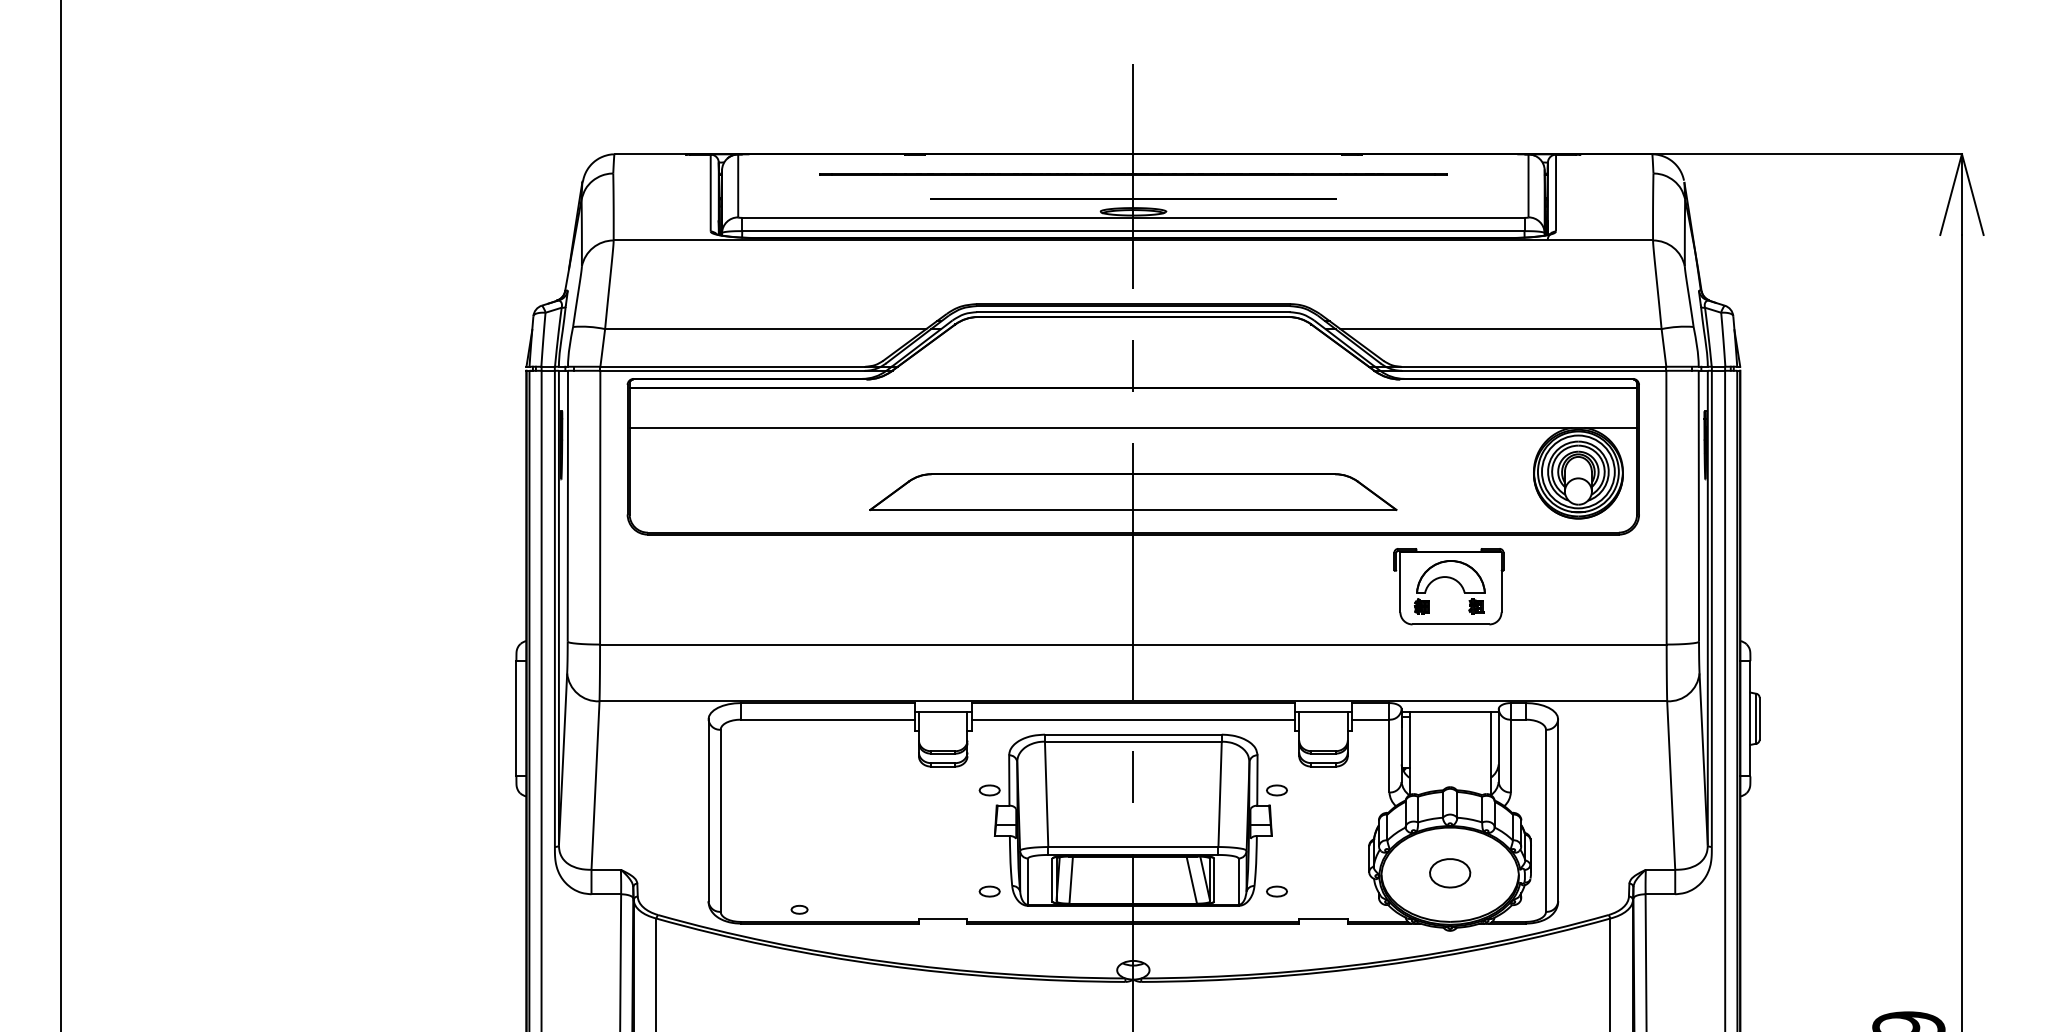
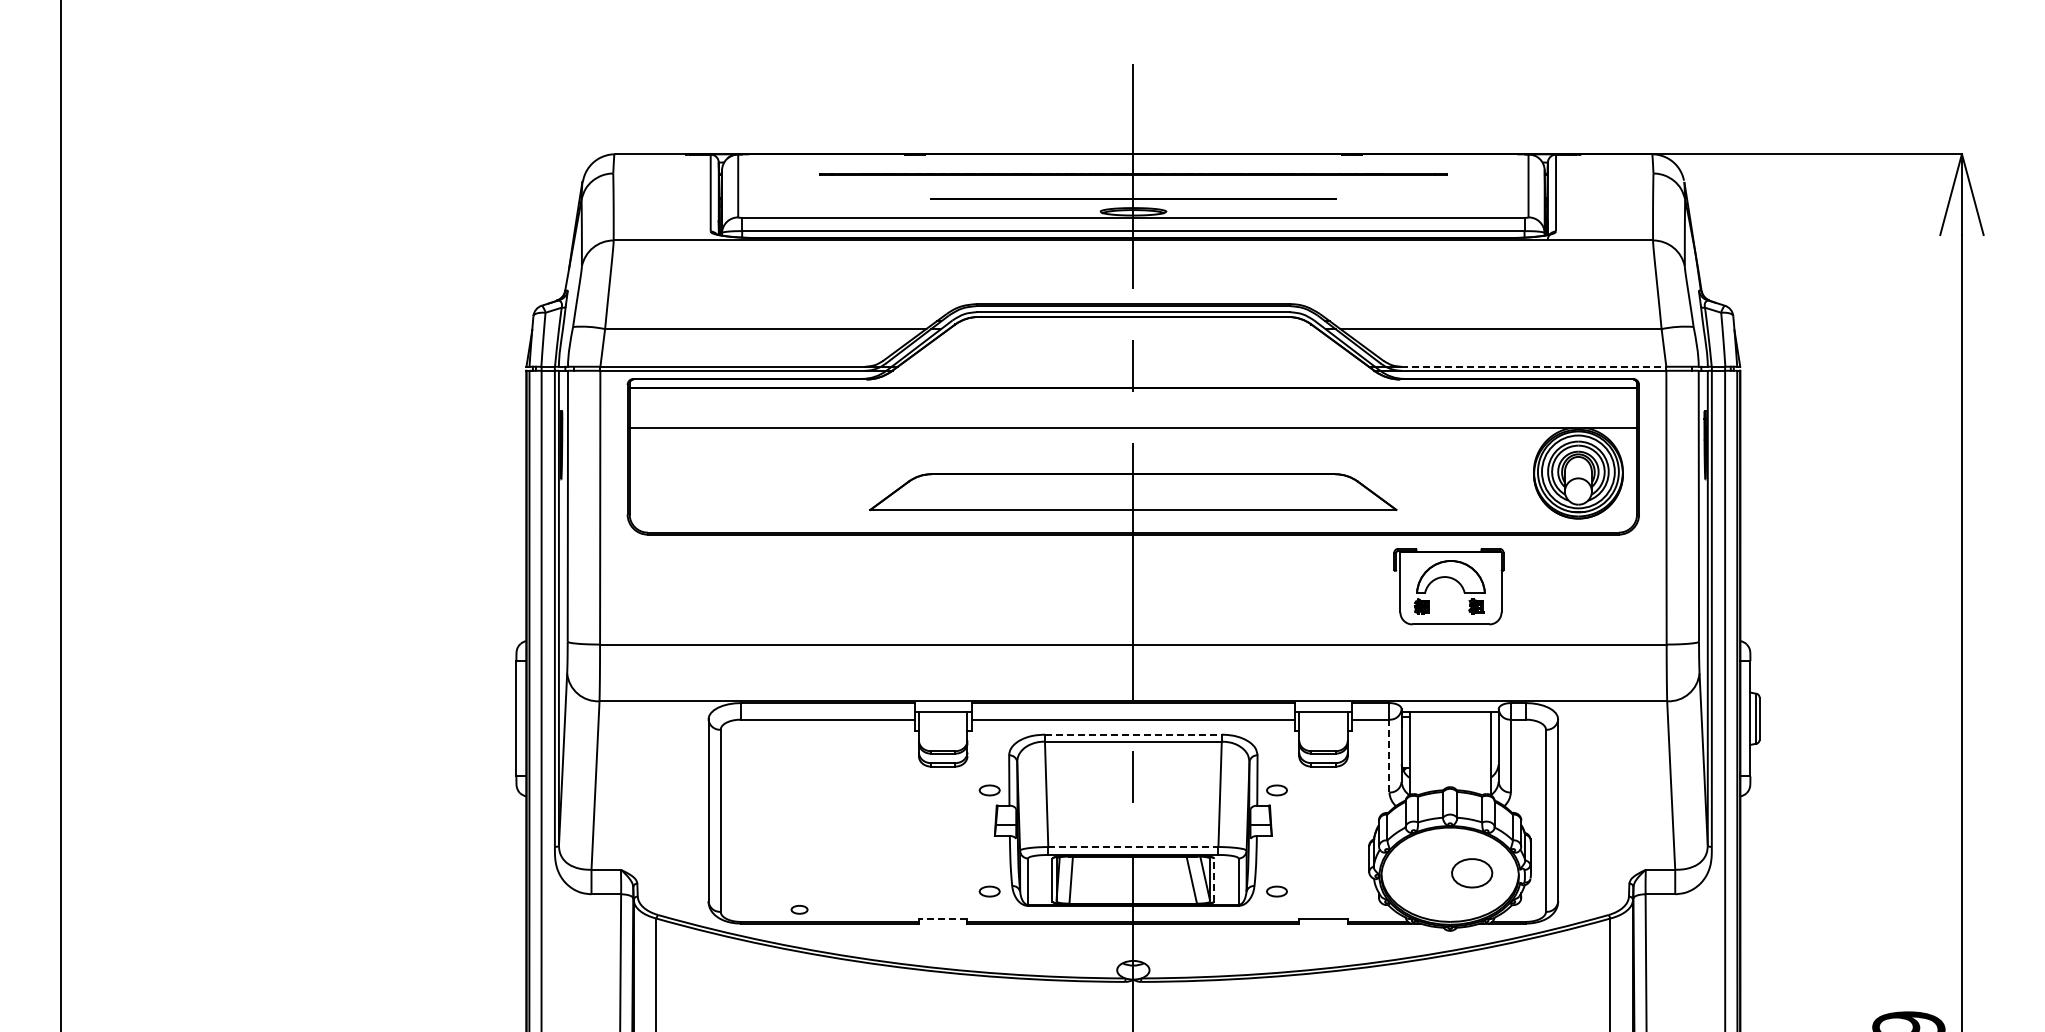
line at (1534, 366): solid -> dashed
line at (1133, 734): solid -> dashed
line at (1389, 755): solid -> dashed
line at (1133, 846): solid -> dashed
part at (1450, 873) position: (1450, 873) -> (1472, 873)
line at (1214, 879): solid -> dashed
line at (942, 918): solid -> dashed
